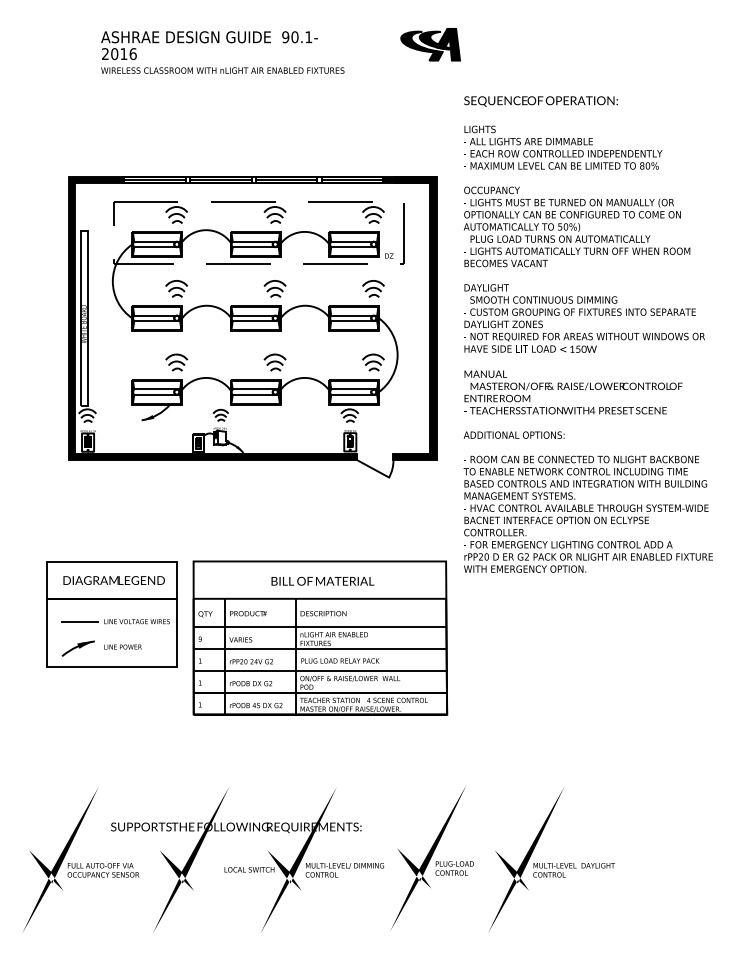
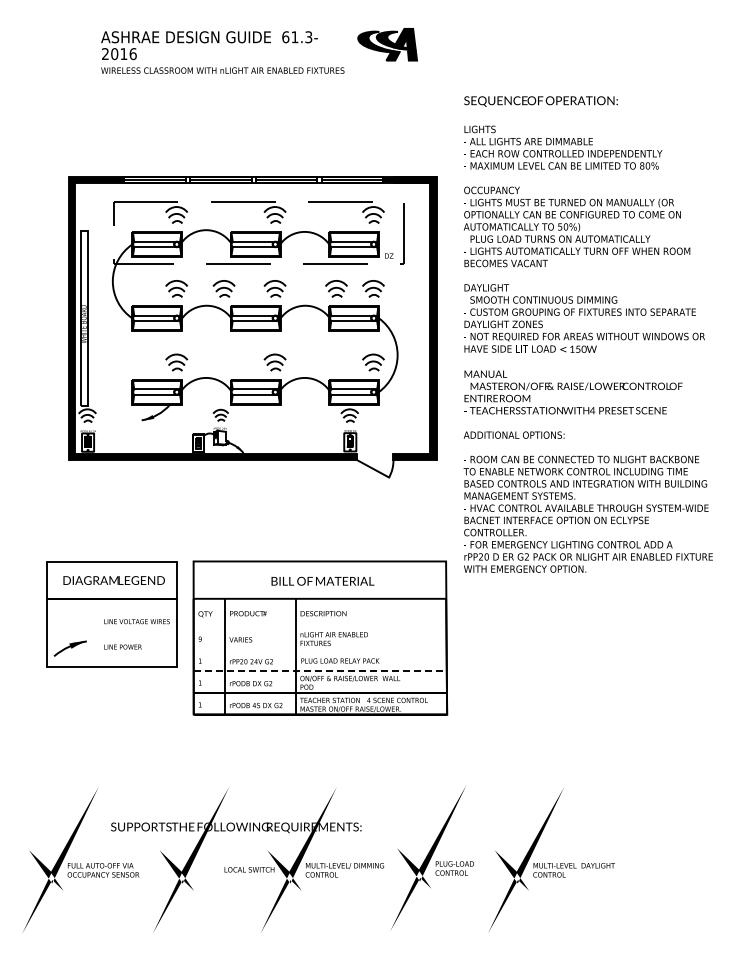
text at (297, 37): 90.1- -> 61.3-
part at (430, 44) position: (430, 44) -> (387, 44)
part at (223, 288): none -> present
part at (336, 288): none -> present
line at (80, 621): present -> none
line at (319, 626): present -> none
part at (77, 648) position: (77, 648) -> (69, 648)
line at (319, 648): present -> none
line at (320, 670): solid -> dashed
